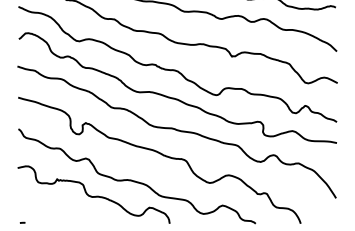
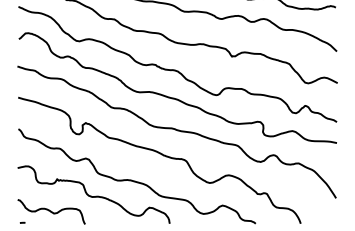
curve at (51, 211): none -> present
